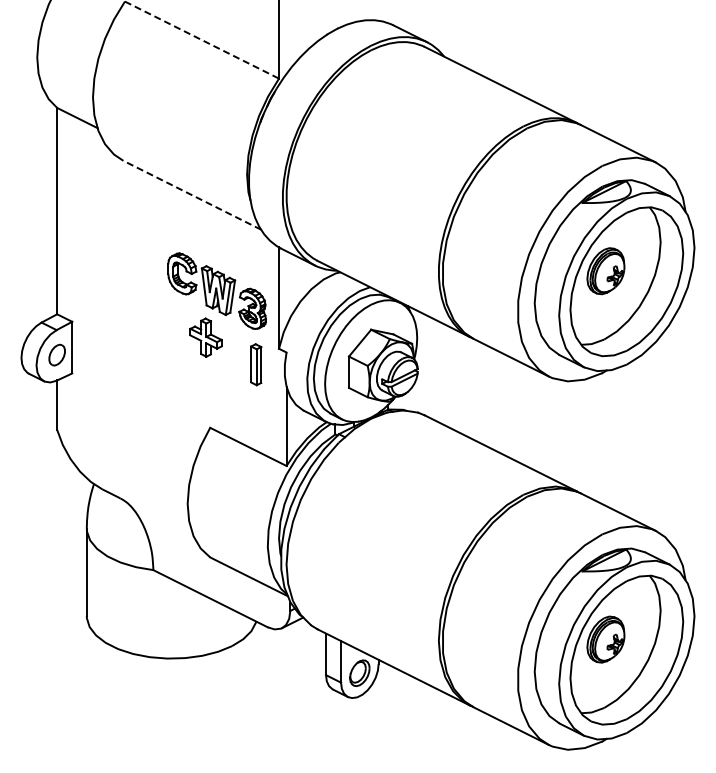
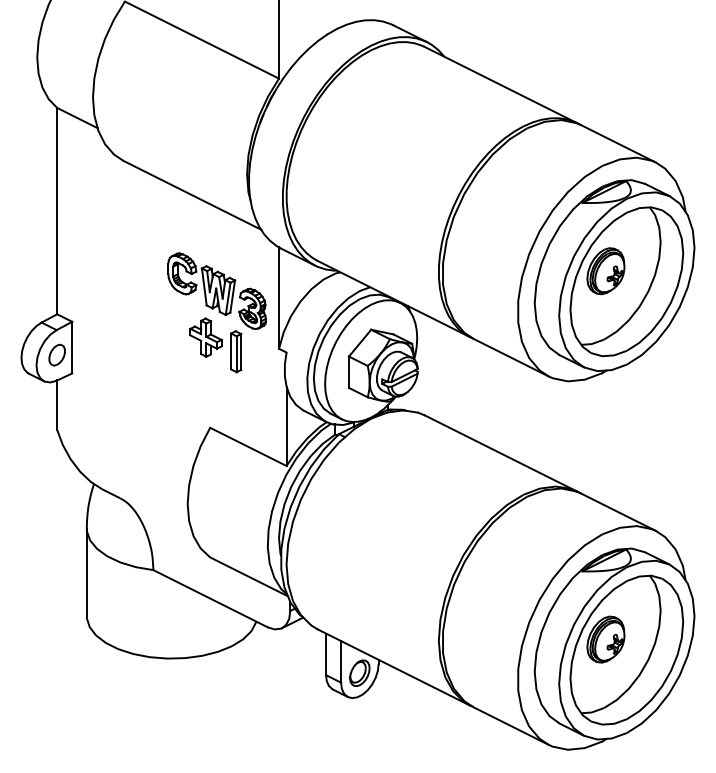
line at (202, 40): dashed -> solid
line at (191, 195): dashed -> solid
part at (256, 364) position: (256, 364) -> (236, 351)
